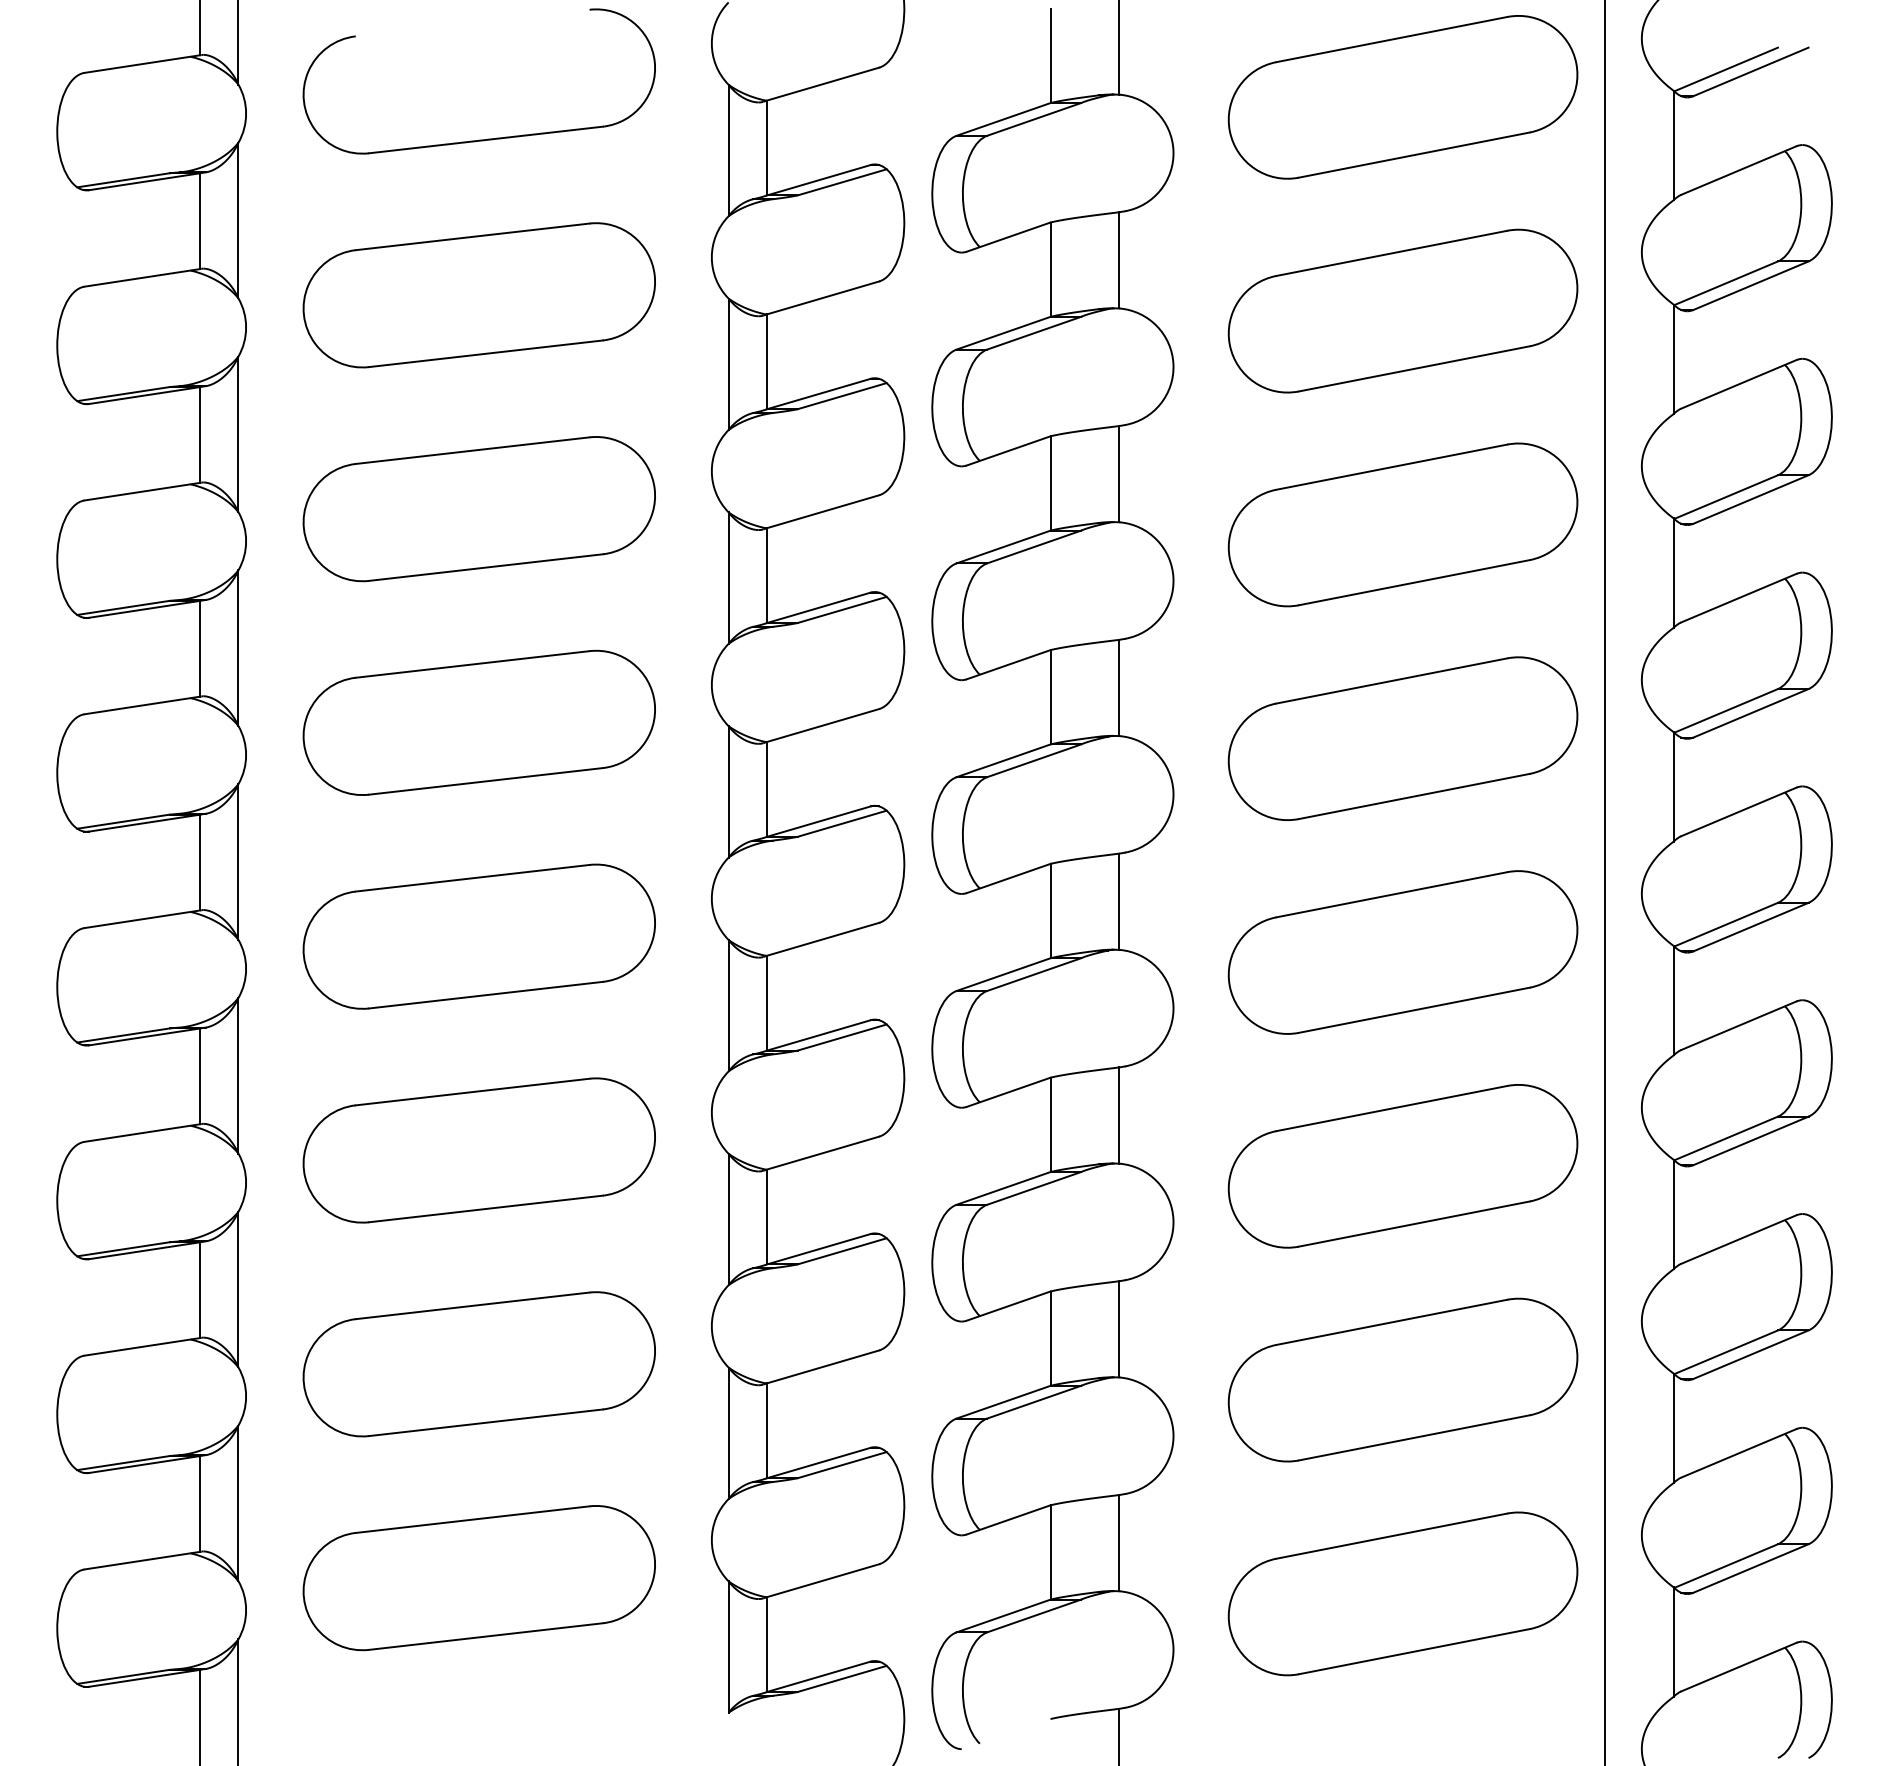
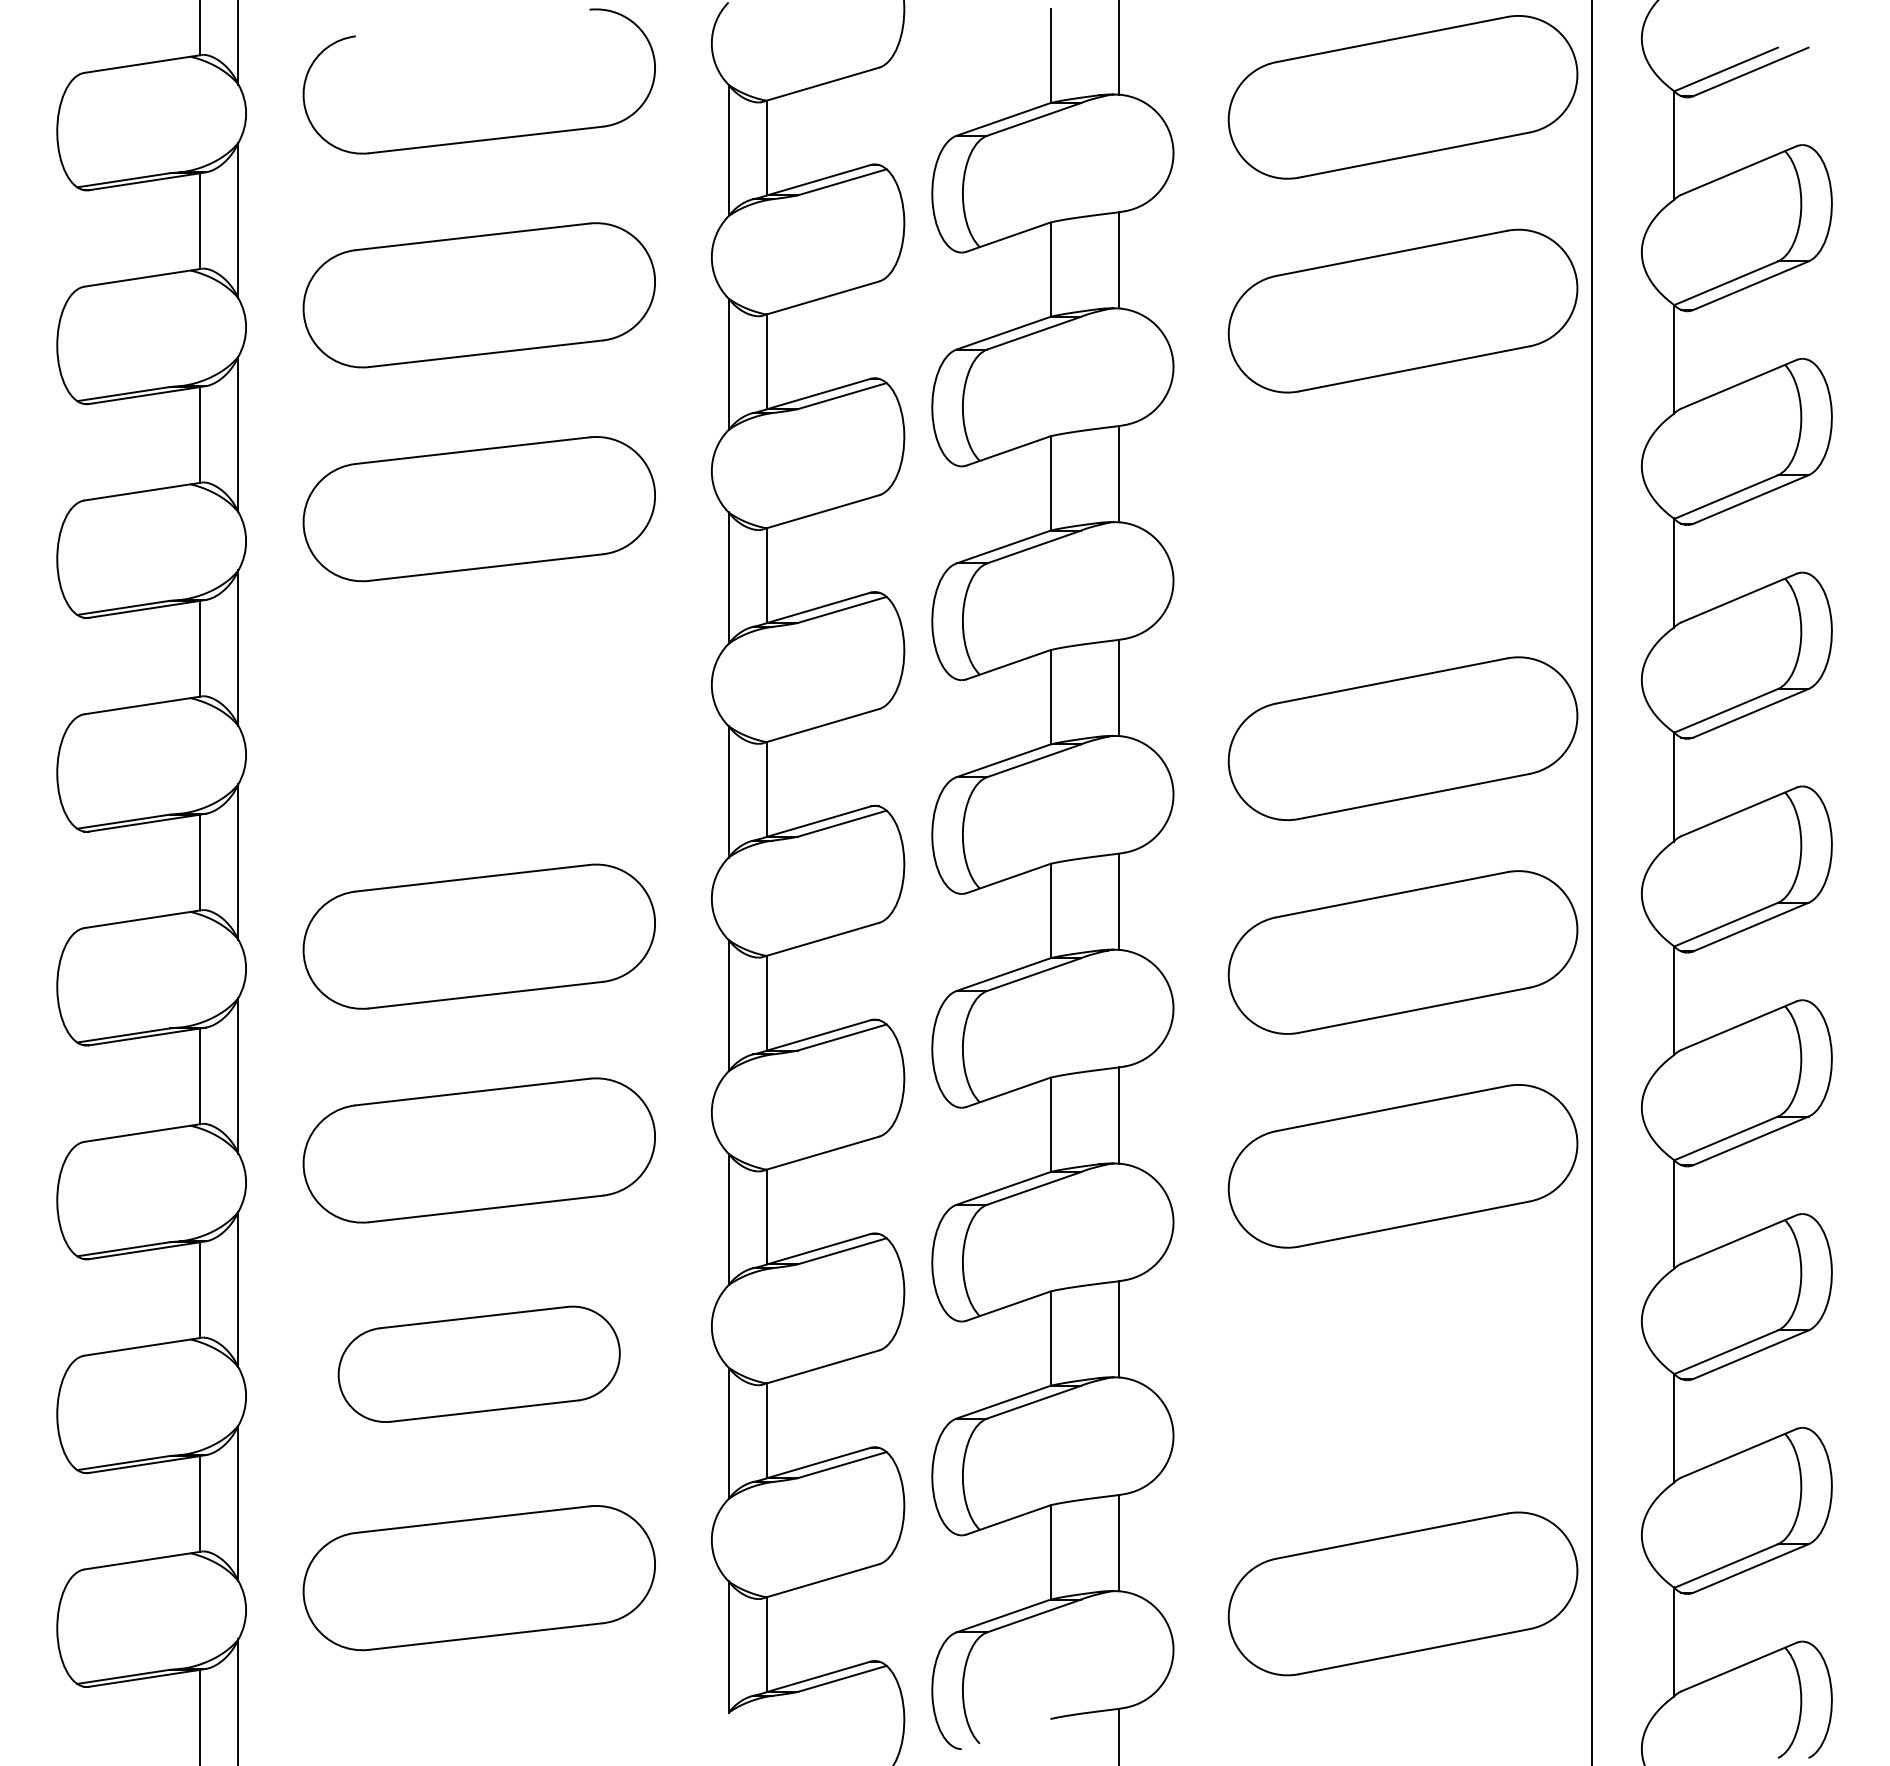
part at (1402, 524): present -> none
part at (478, 722): present -> none
line at (1604, 882) position: (1604, 882) -> (1591, 882)
part at (478, 1364) size: 354x147 px -> 284x118 px
part at (1402, 1379): present -> none
